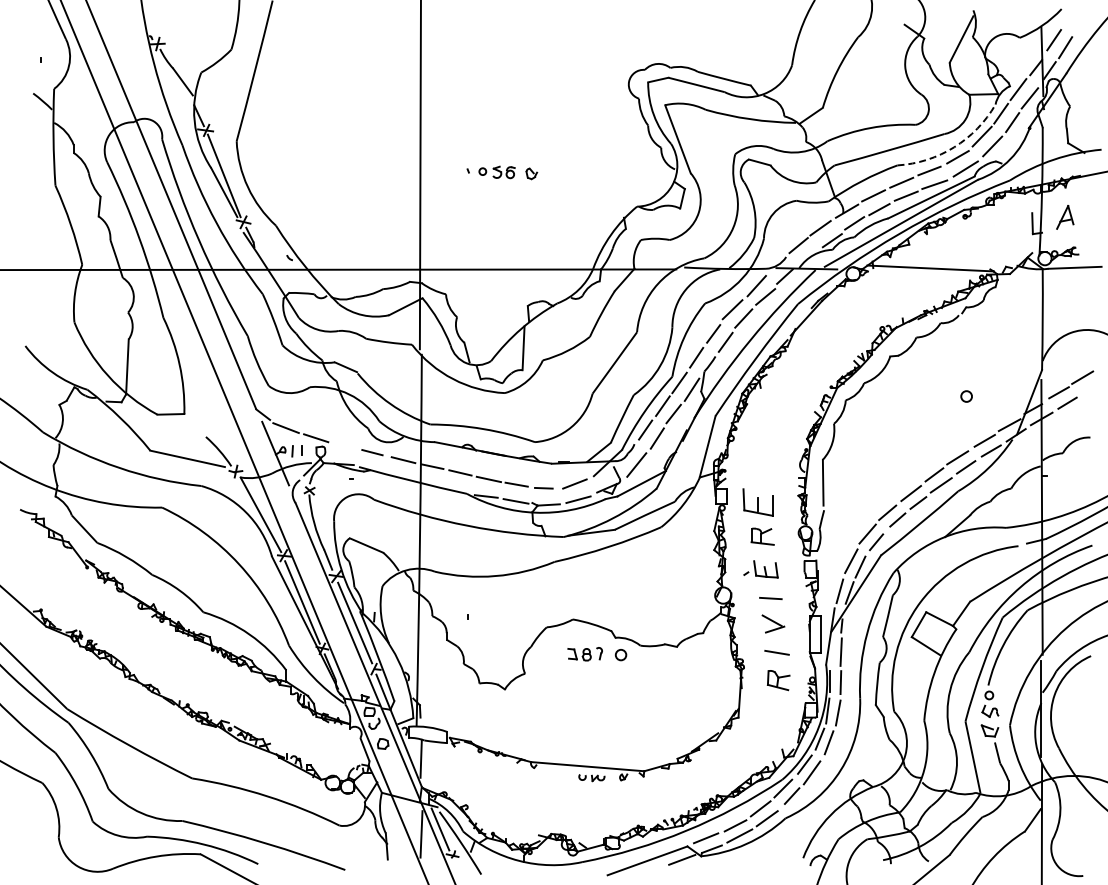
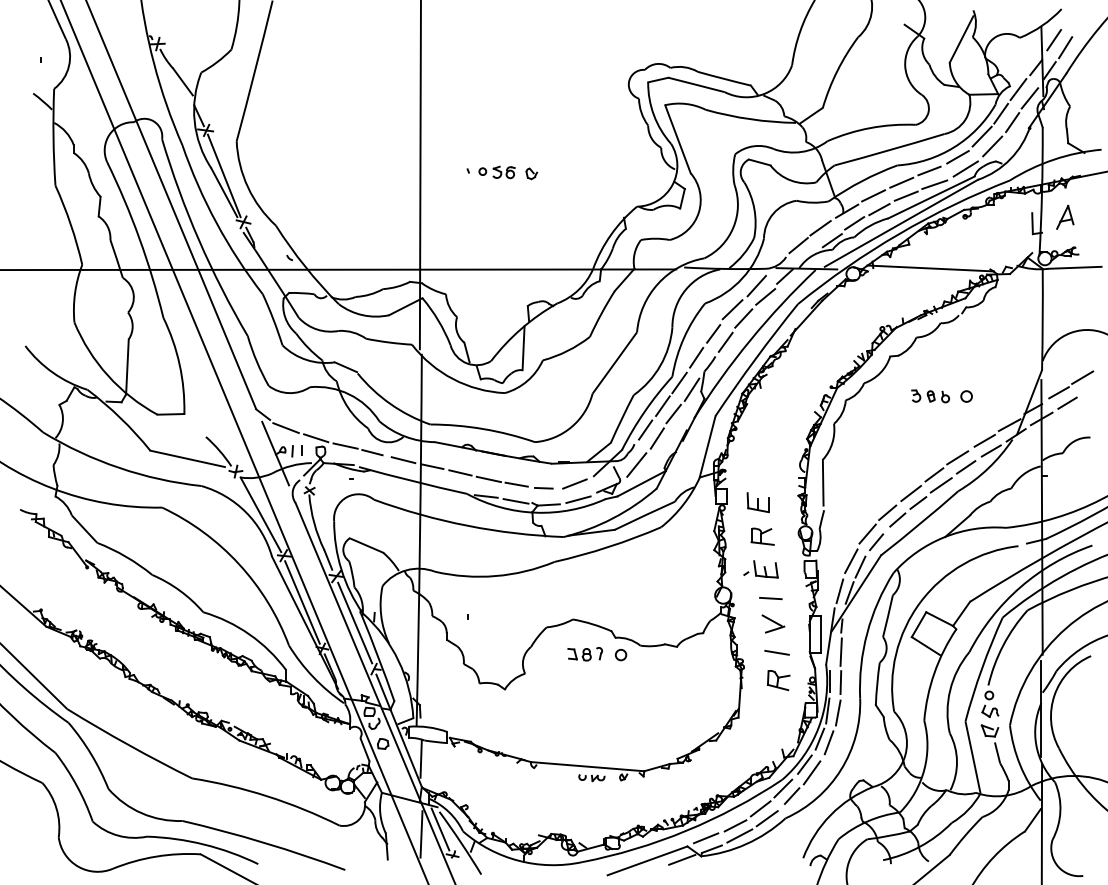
arc at (954, 147): dashed -> solid
part at (930, 396): none -> present
line at (345, 445): none -> present
part at (757, 502) size: 32x29 px -> 24x22 px
